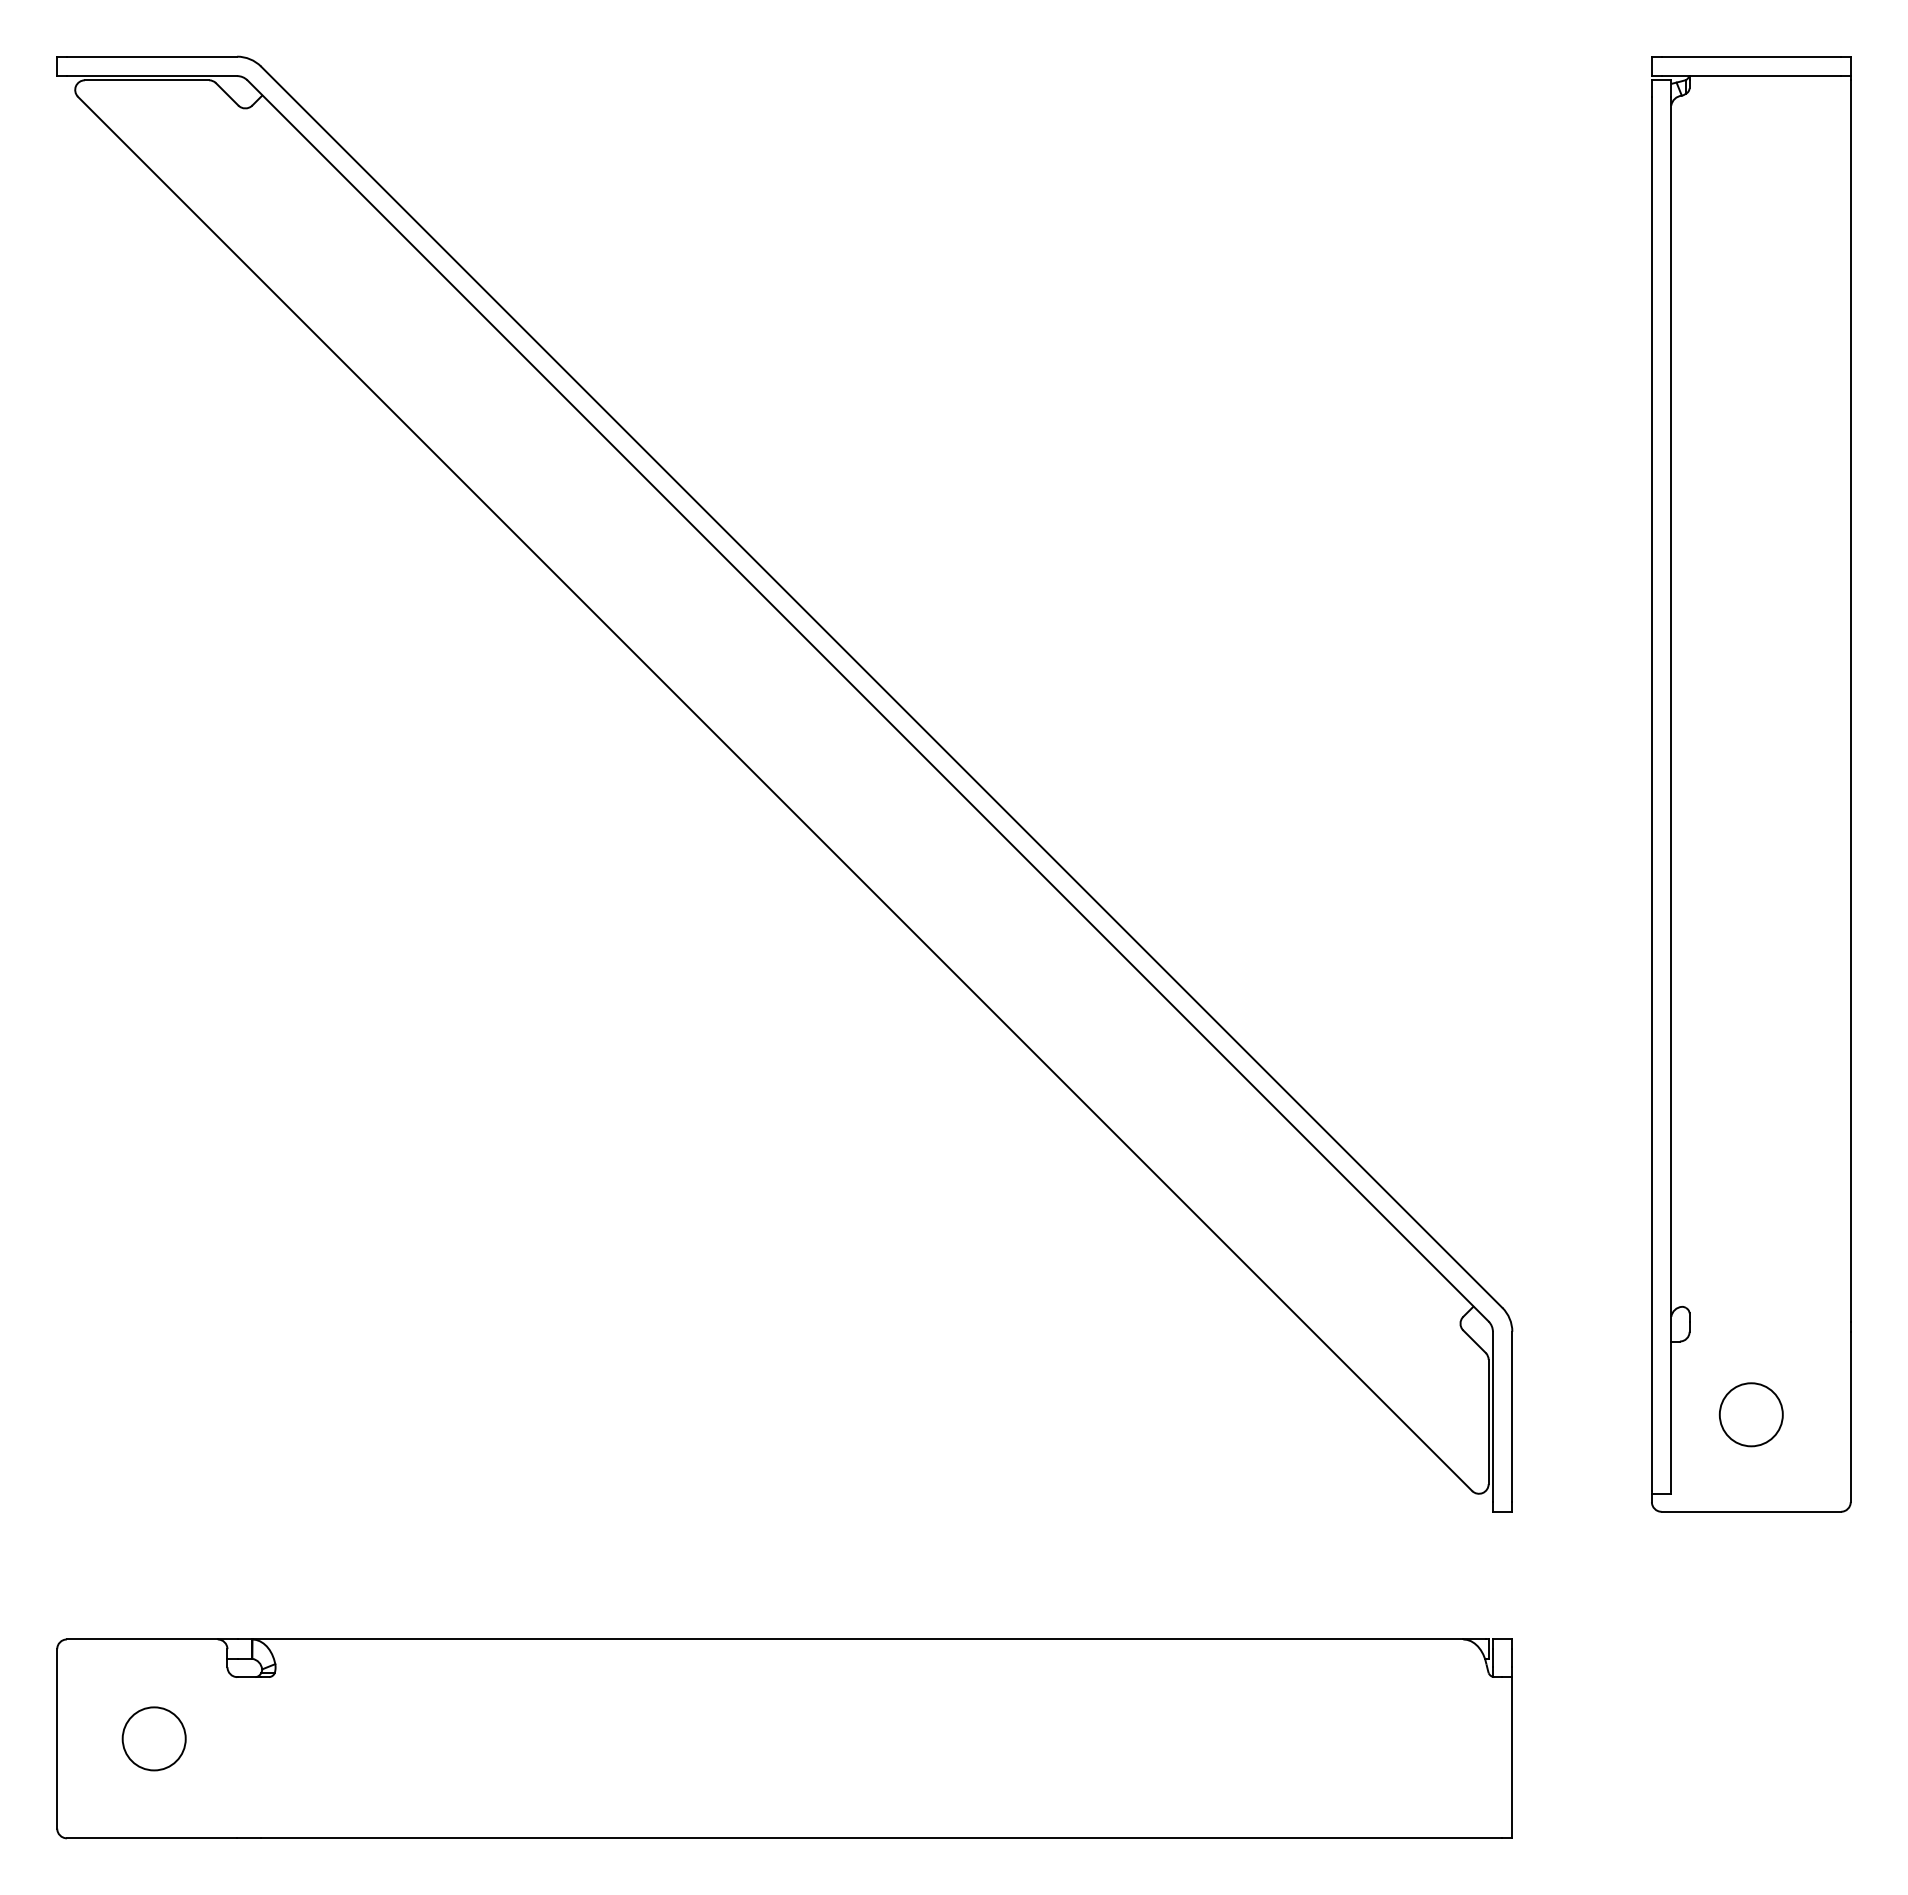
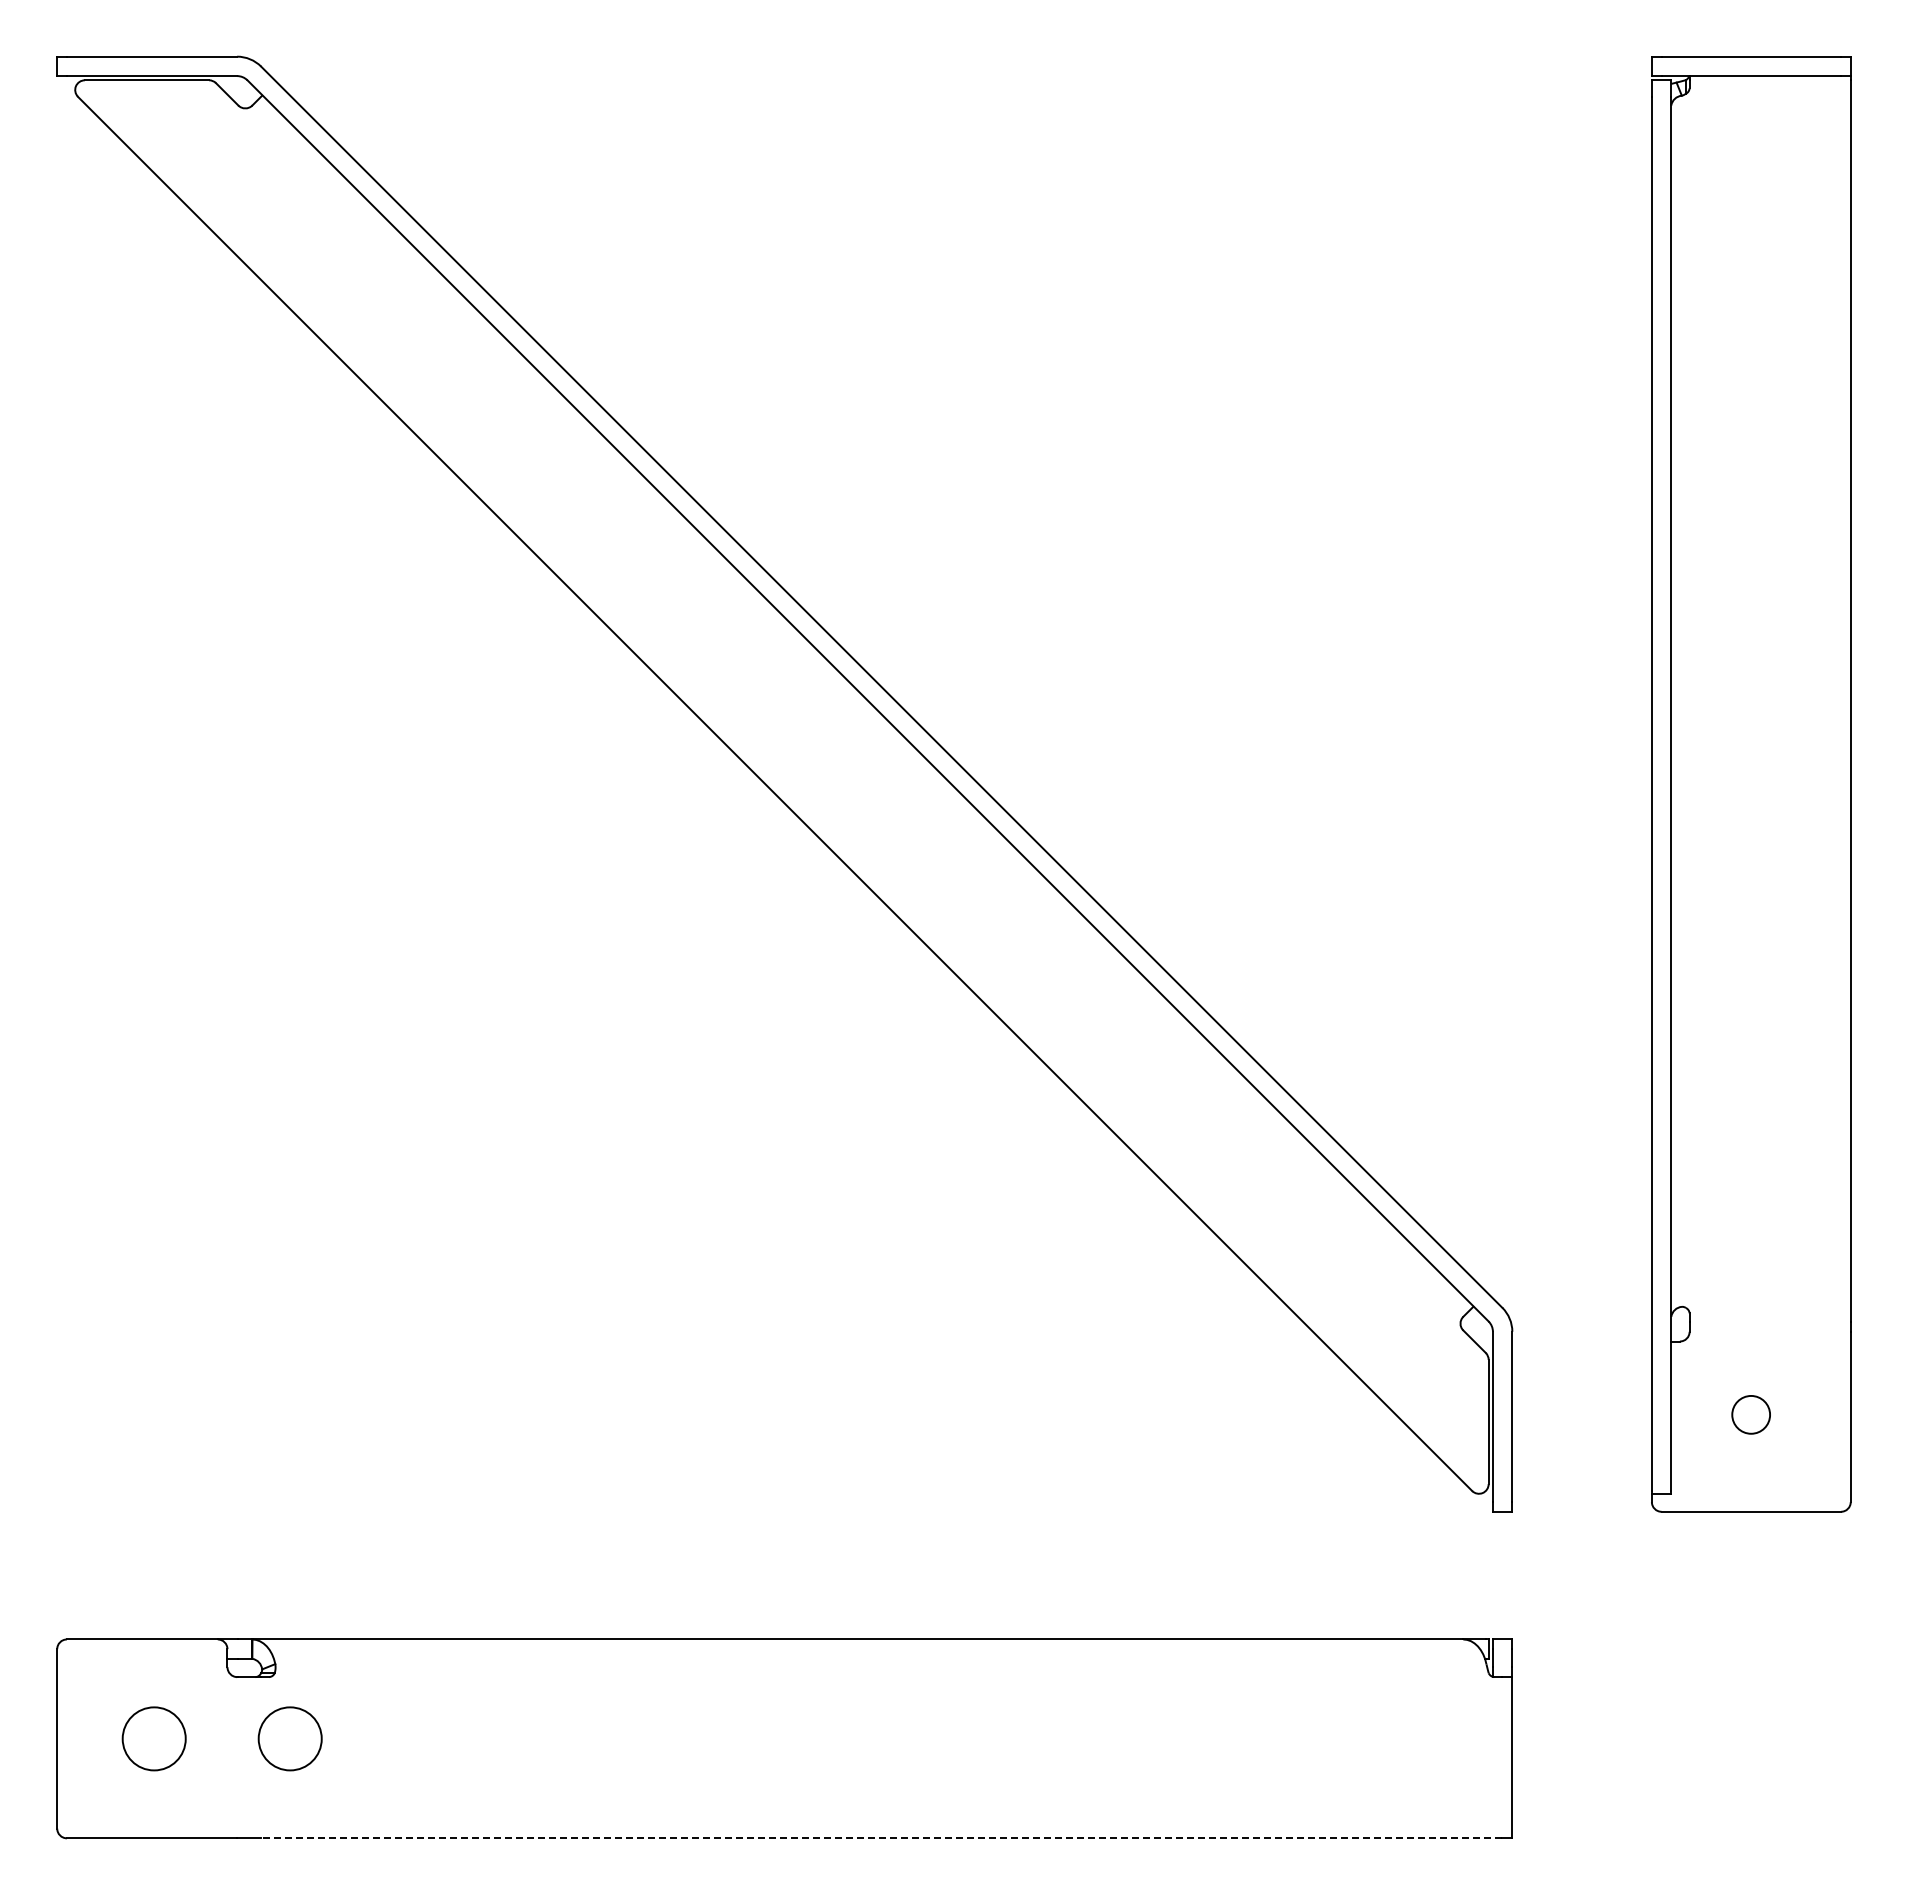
circle at (1750, 1414) size: 66x66 px -> 40x40 px
circle at (289, 1738): none -> present
line at (881, 1838): solid -> dashed
